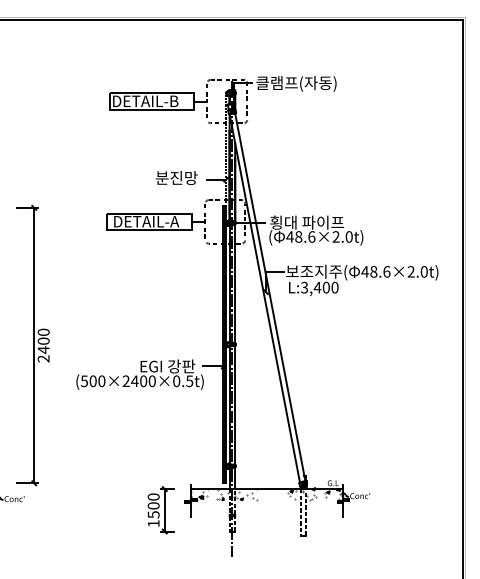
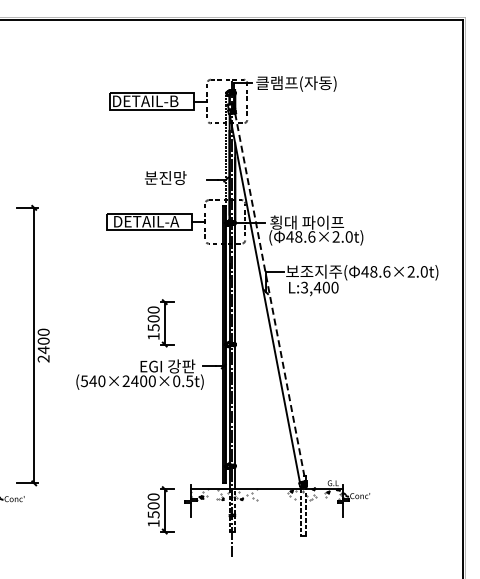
text at (176, 177) position: (176, 177) -> (165, 177)
line at (270, 297): solid -> dashed
part at (160, 323): none -> present
text at (93, 381): (500×2400×0.5t) -> (540×2400×0.5t)
